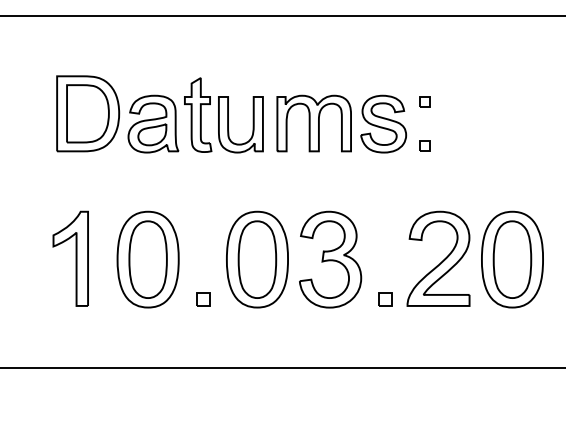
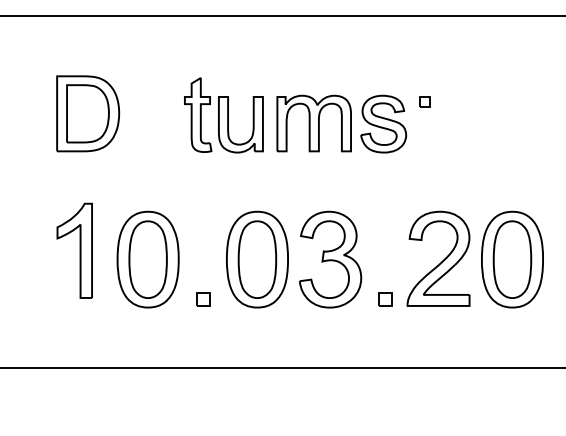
part at (153, 123): present -> none
part at (424, 145): present -> none
part at (70, 258) position: (70, 258) -> (74, 250)
